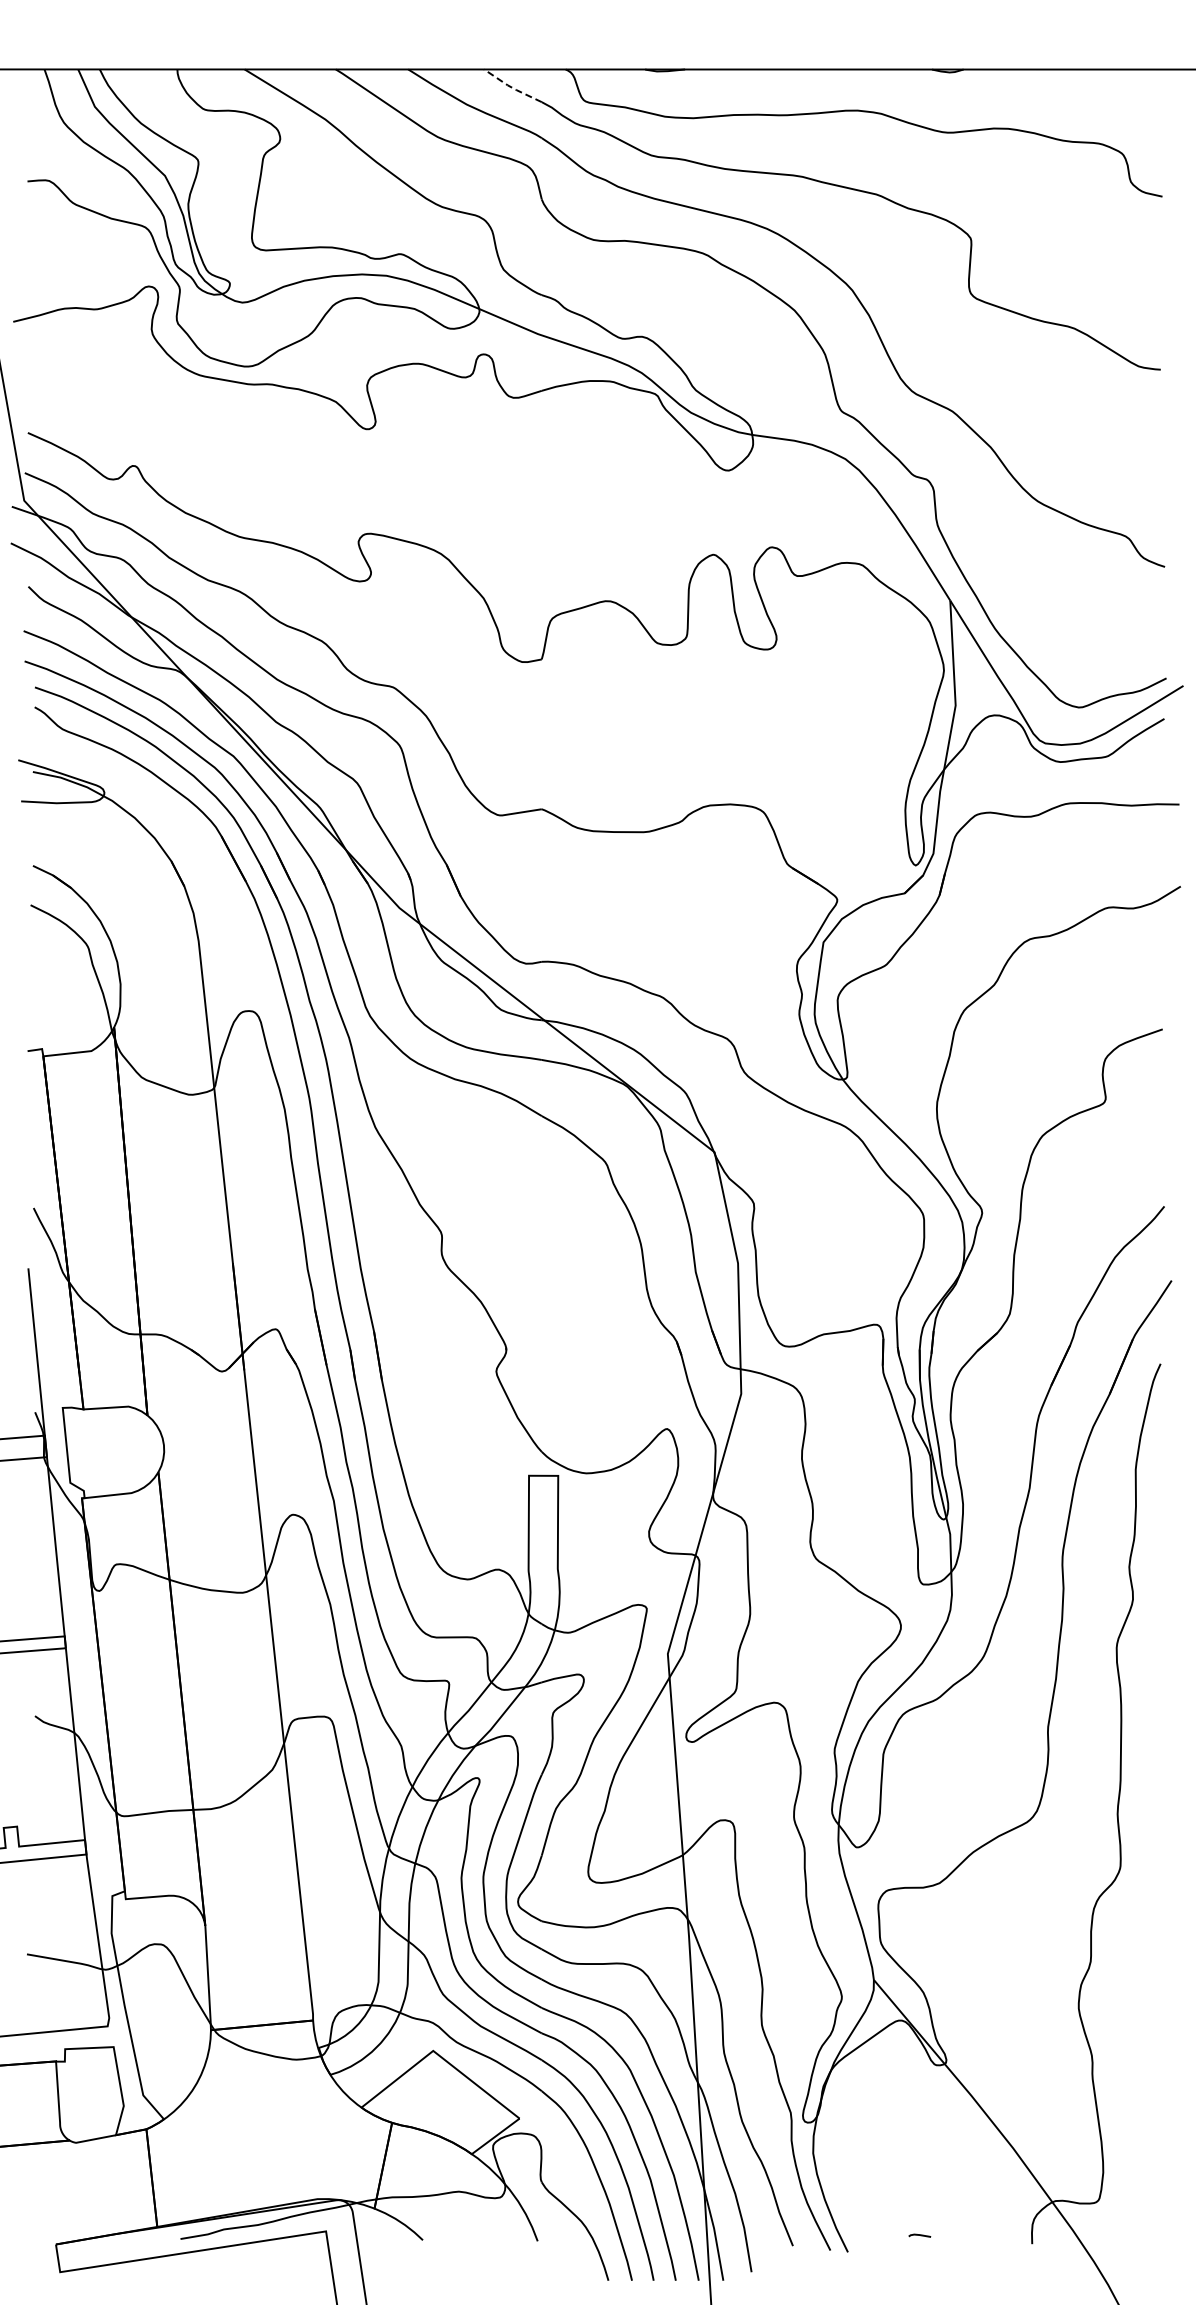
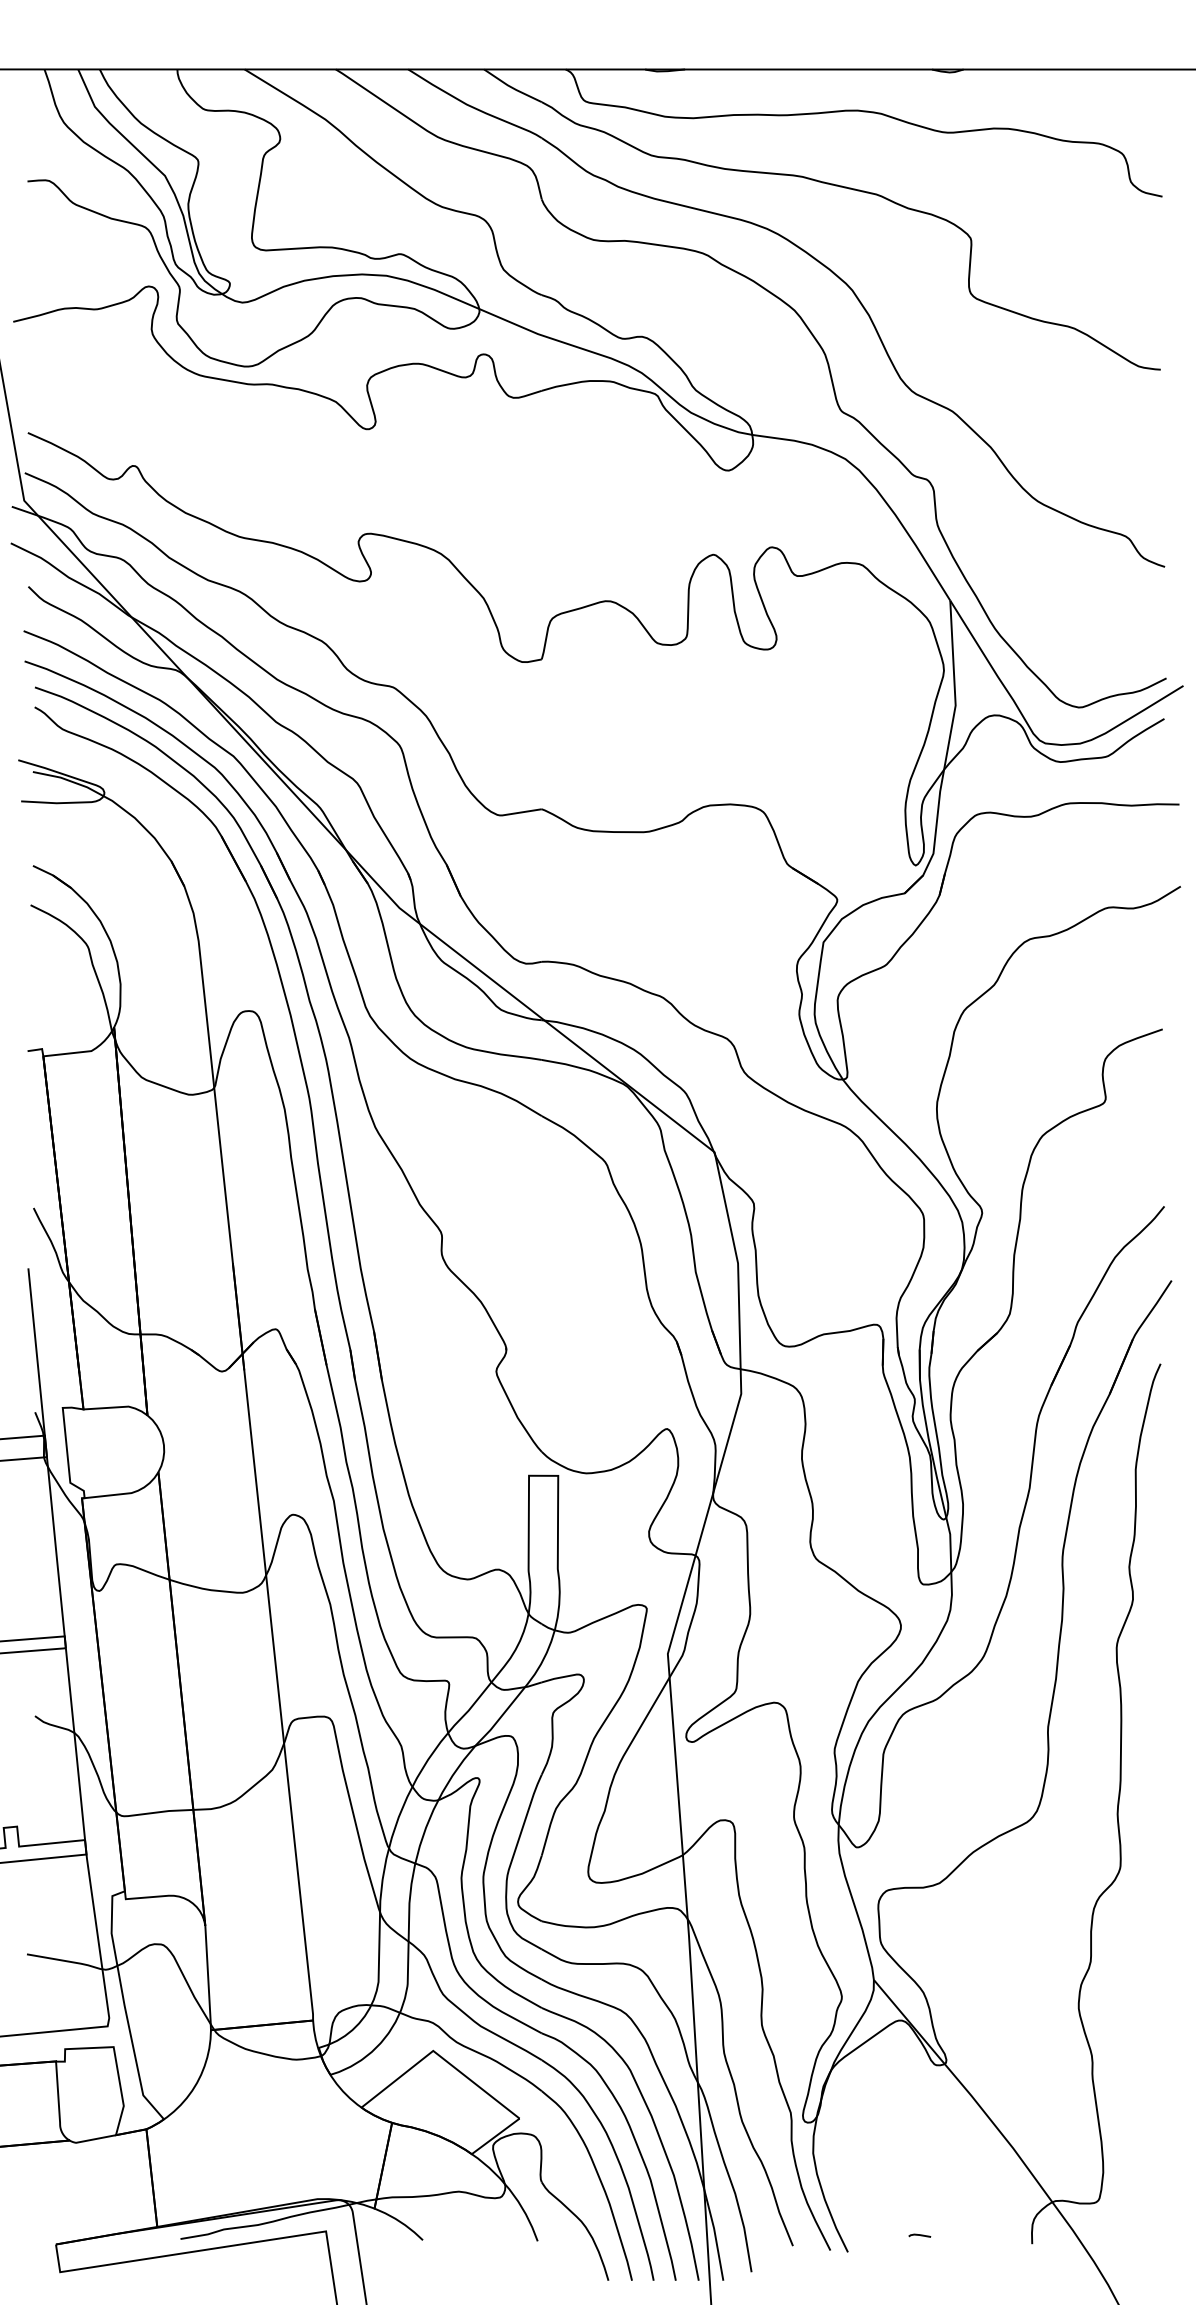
line at (512, 87): dashed -> solid
